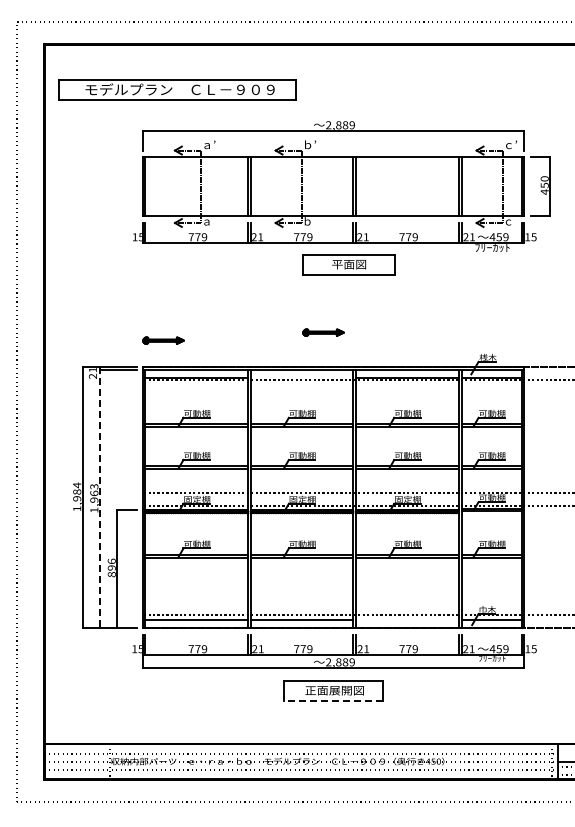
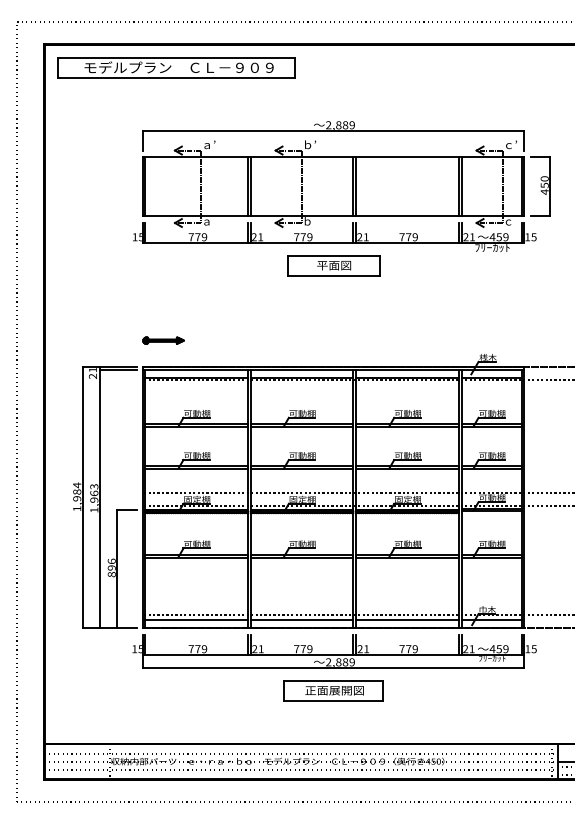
part at (177, 89) position: (177, 89) -> (176, 67)
part at (348, 264) position: (348, 264) -> (333, 265)
part at (323, 332): present -> none
line at (301, 377): none -> present
line at (99, 497): dashed -> solid
line at (407, 620): none -> present
line at (333, 700): dashed -> solid
